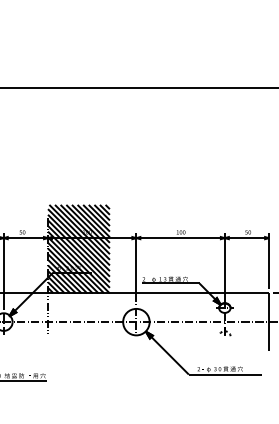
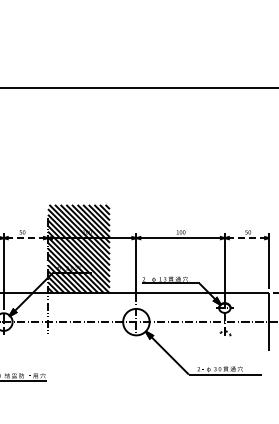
line at (25, 238): solid -> dashed
line at (247, 238): solid -> dashed
